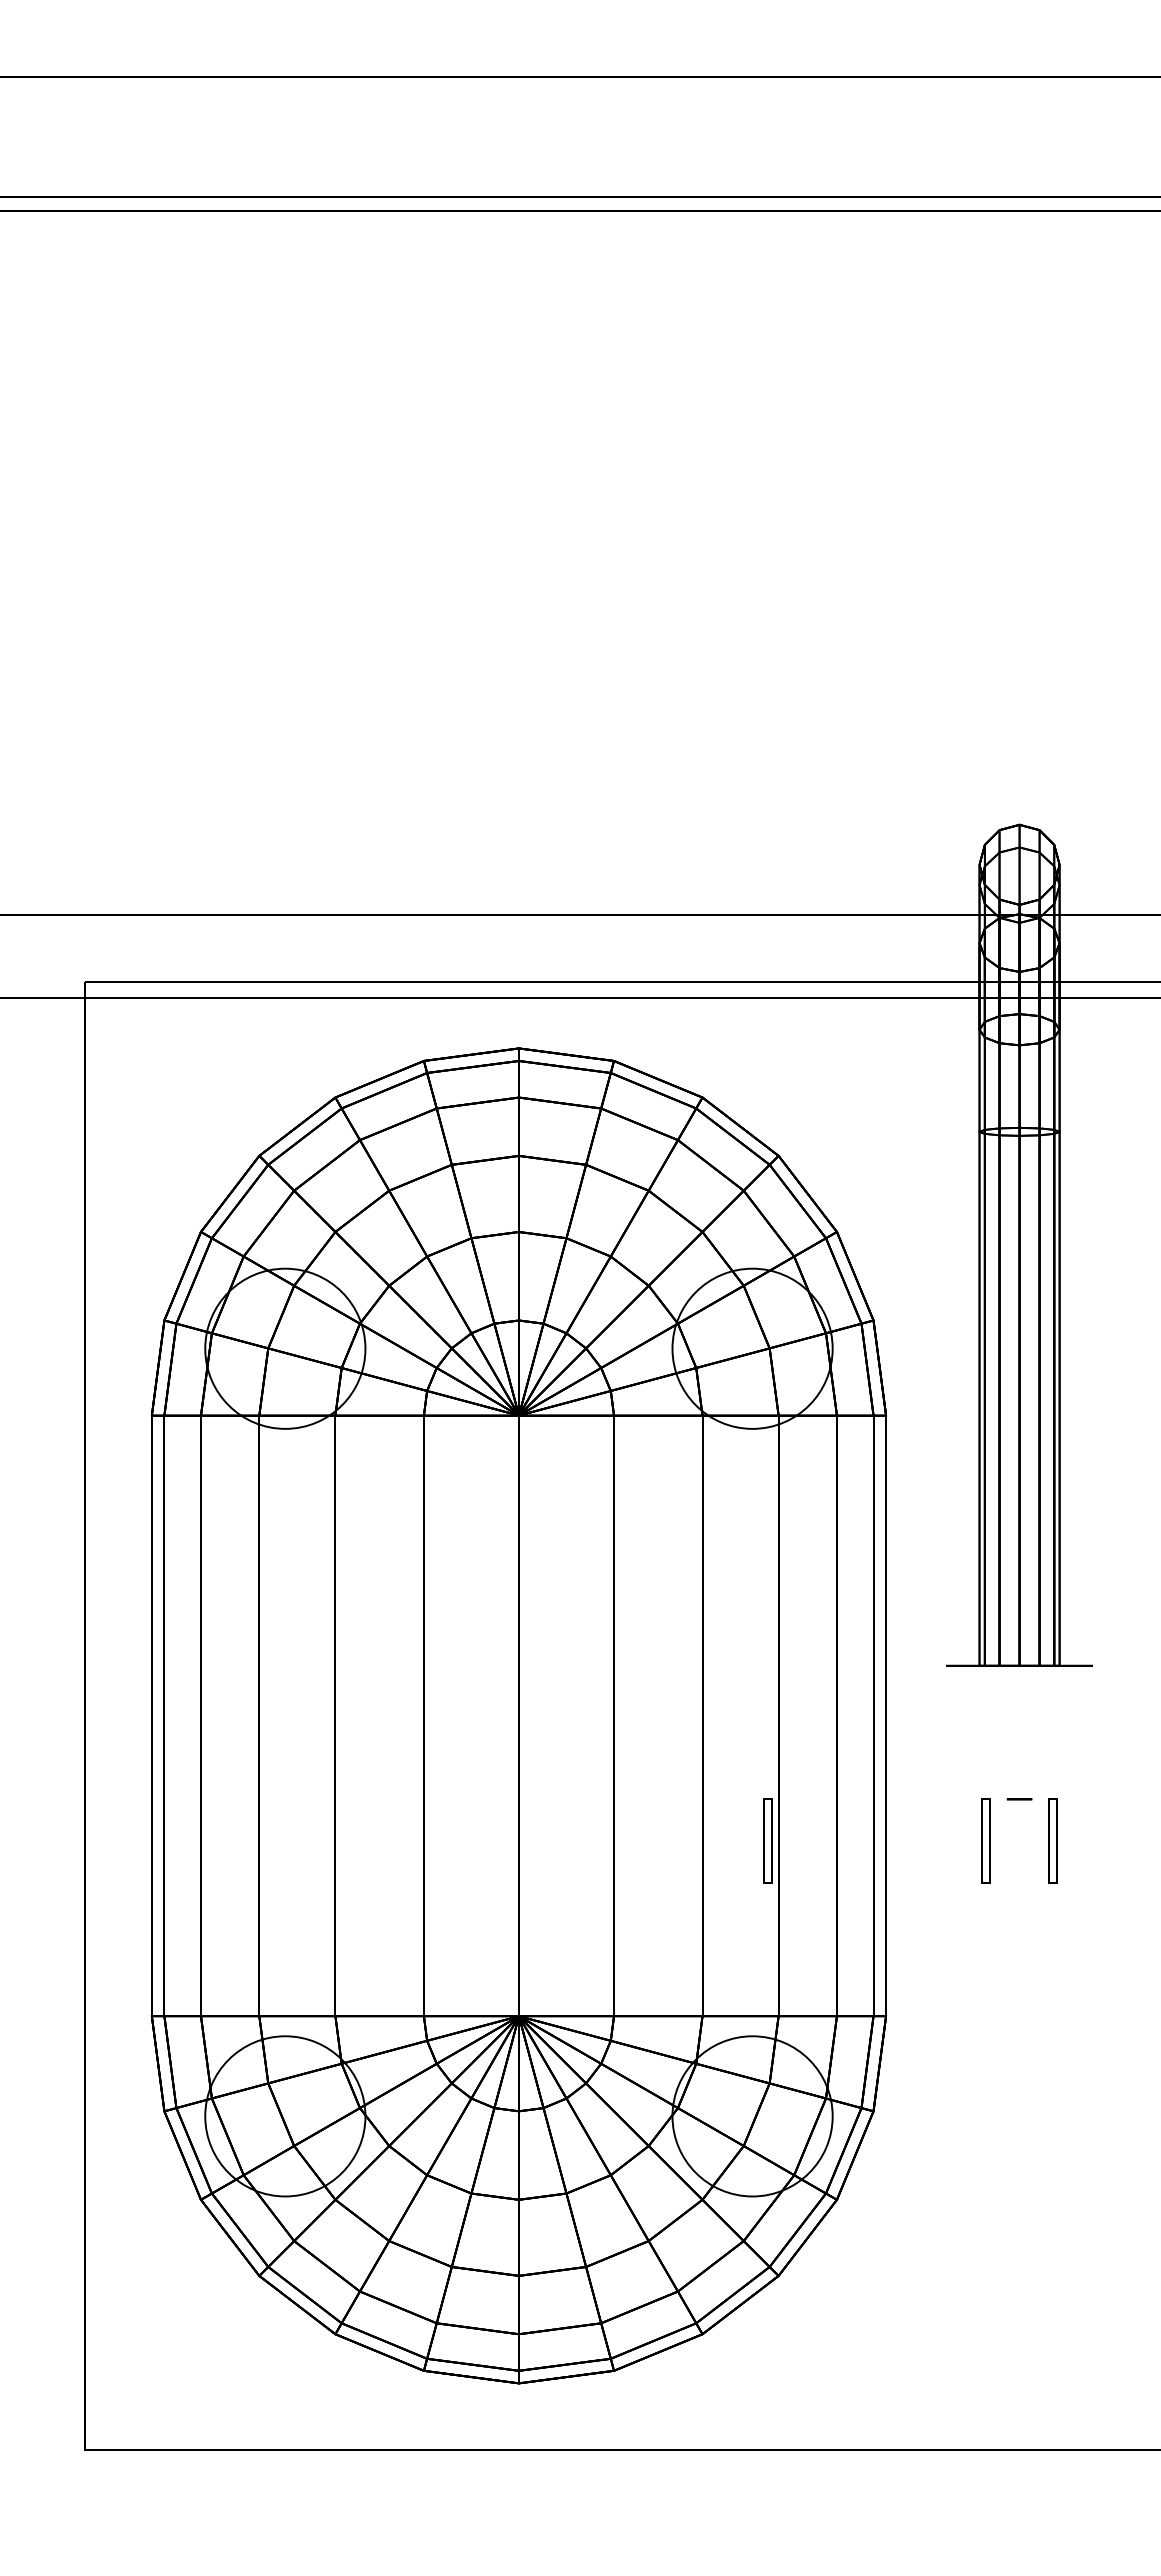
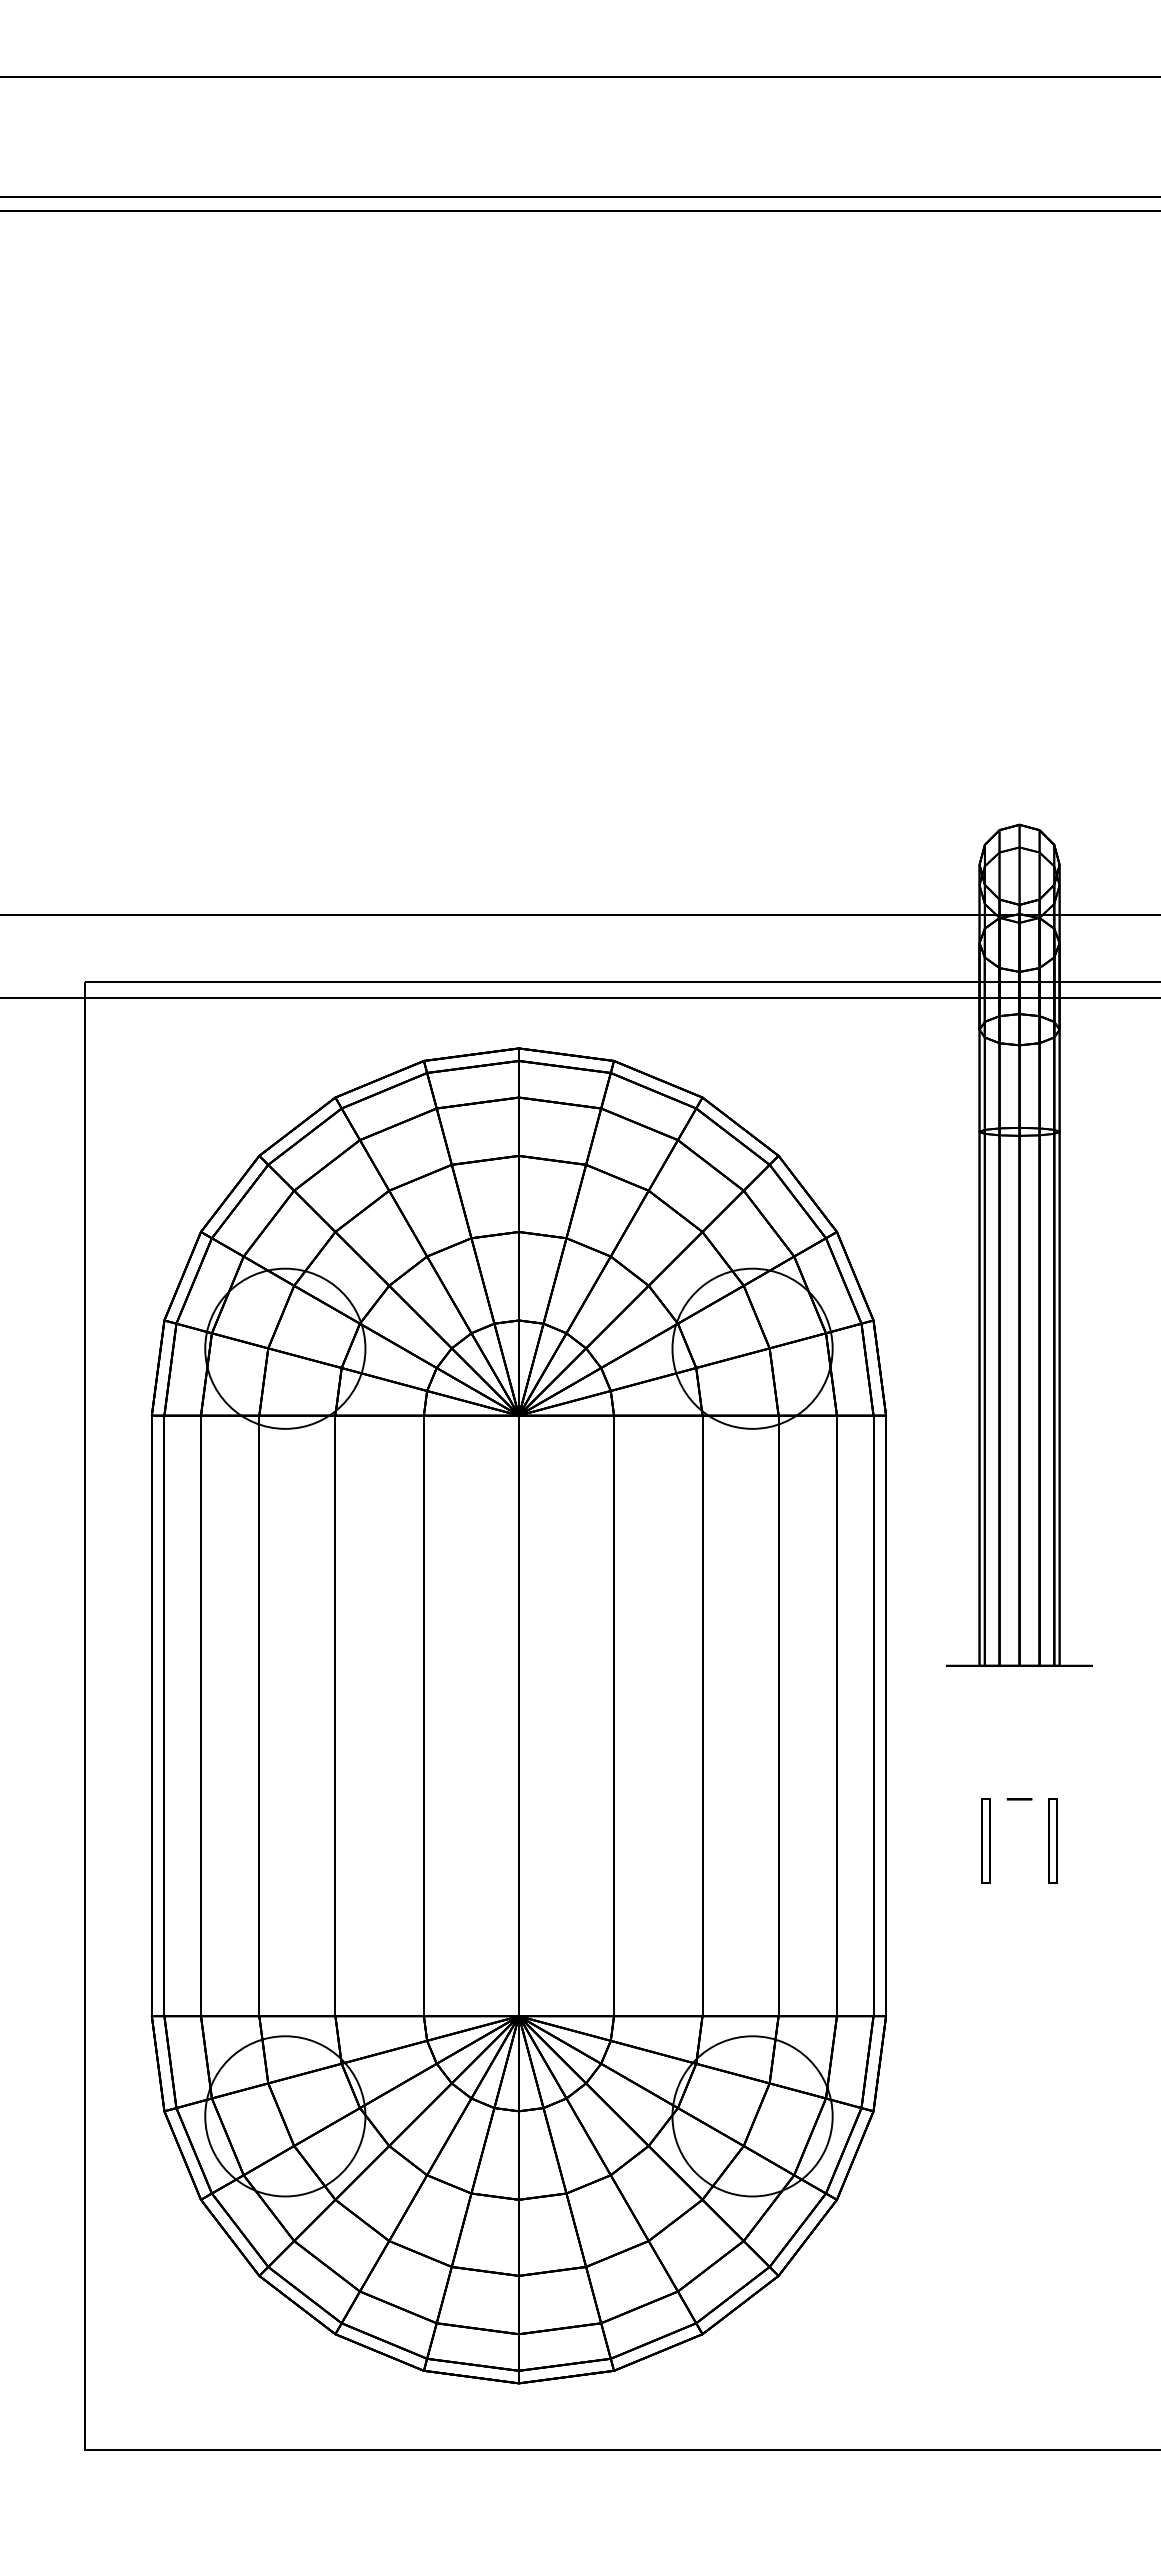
part at (767, 1840): present -> none
